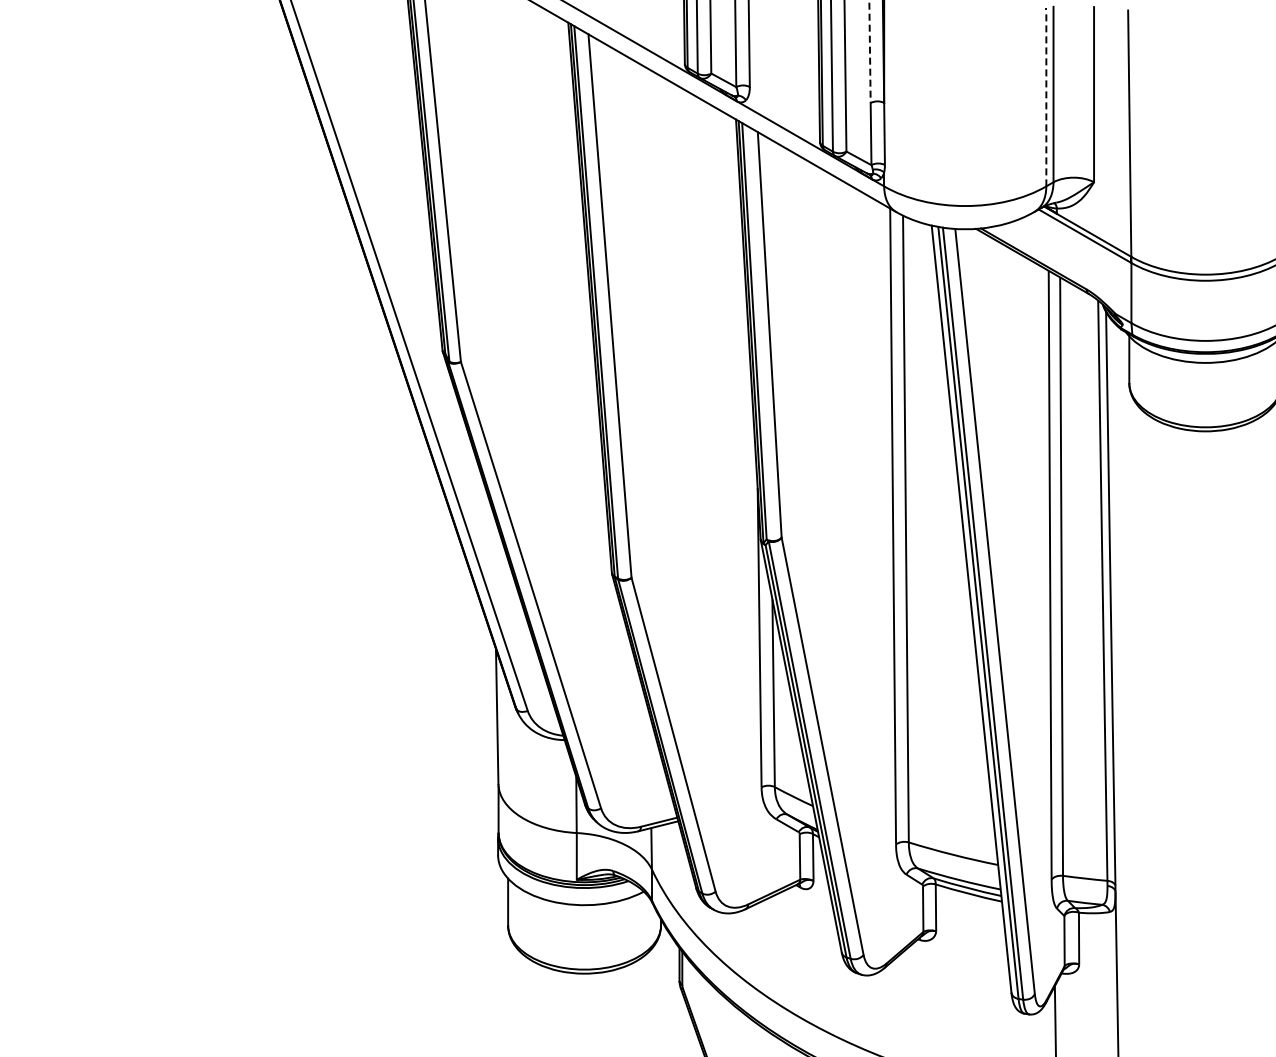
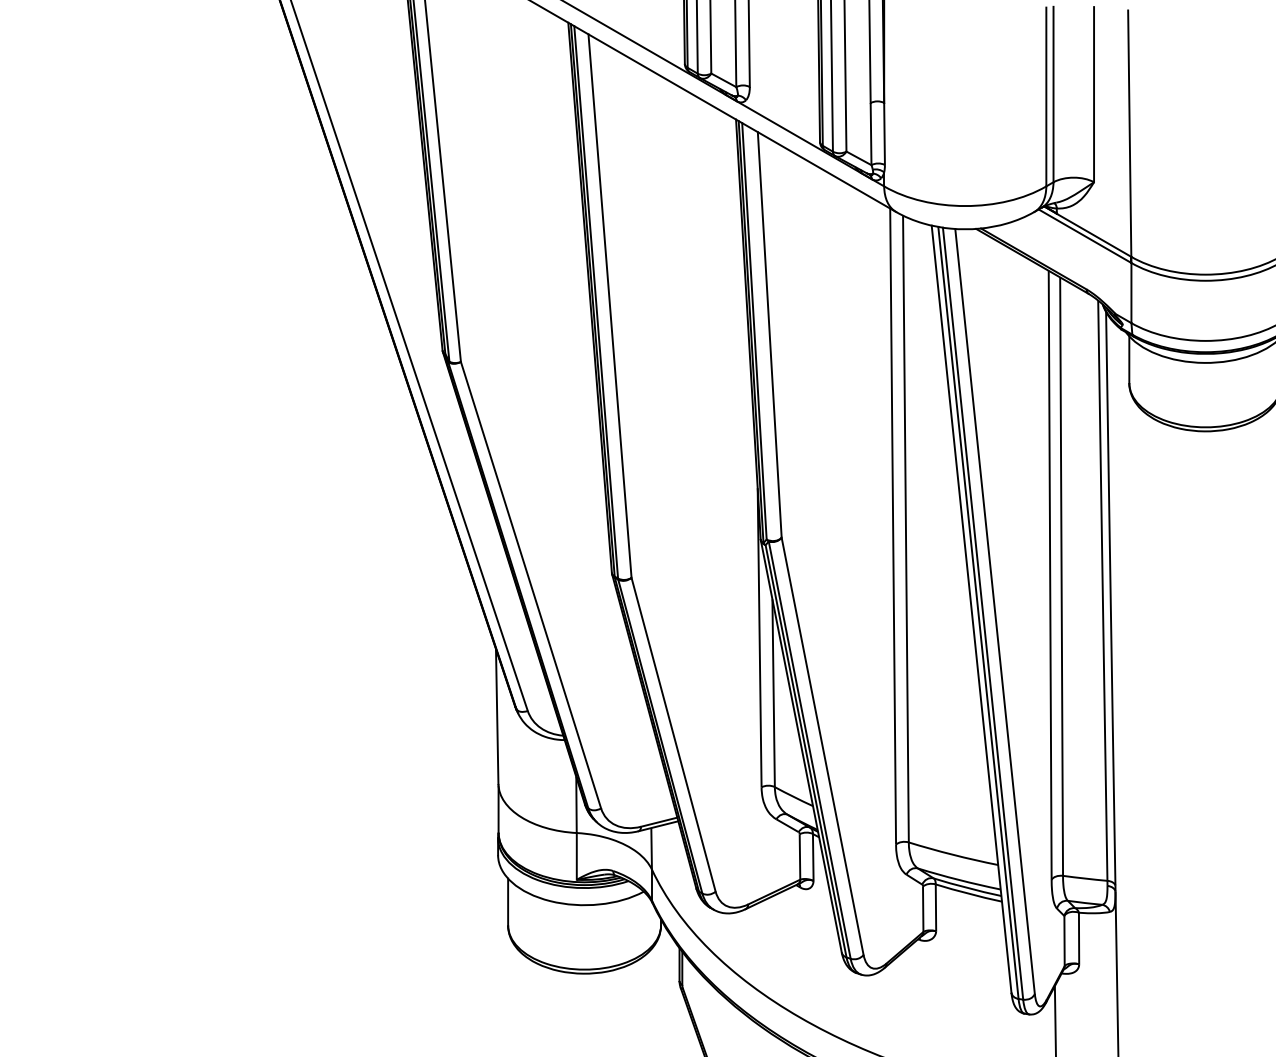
line at (870, 52): dashed -> solid
line at (1046, 96): dashed -> solid
